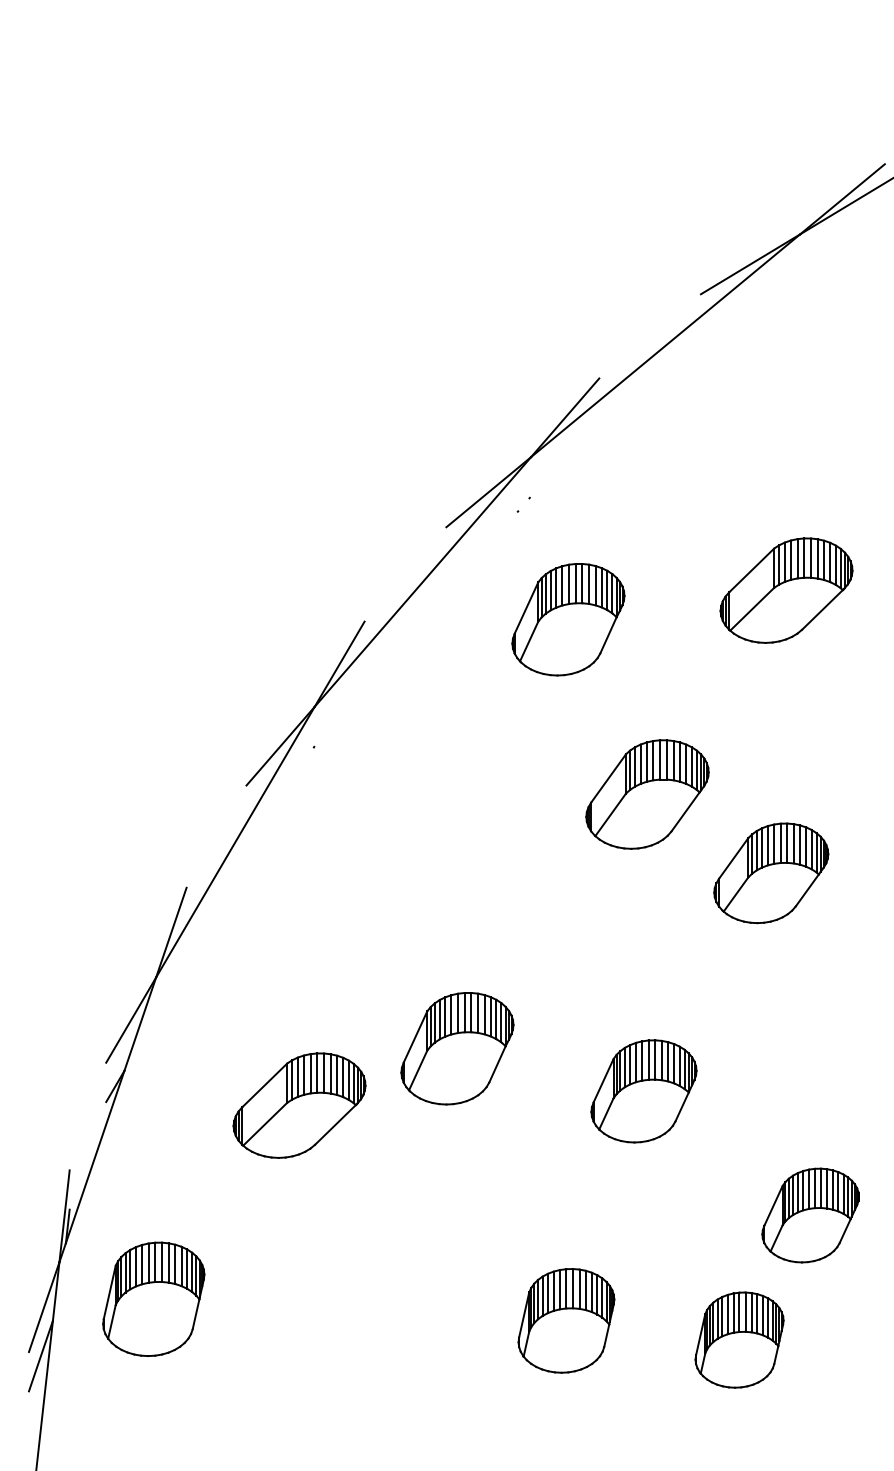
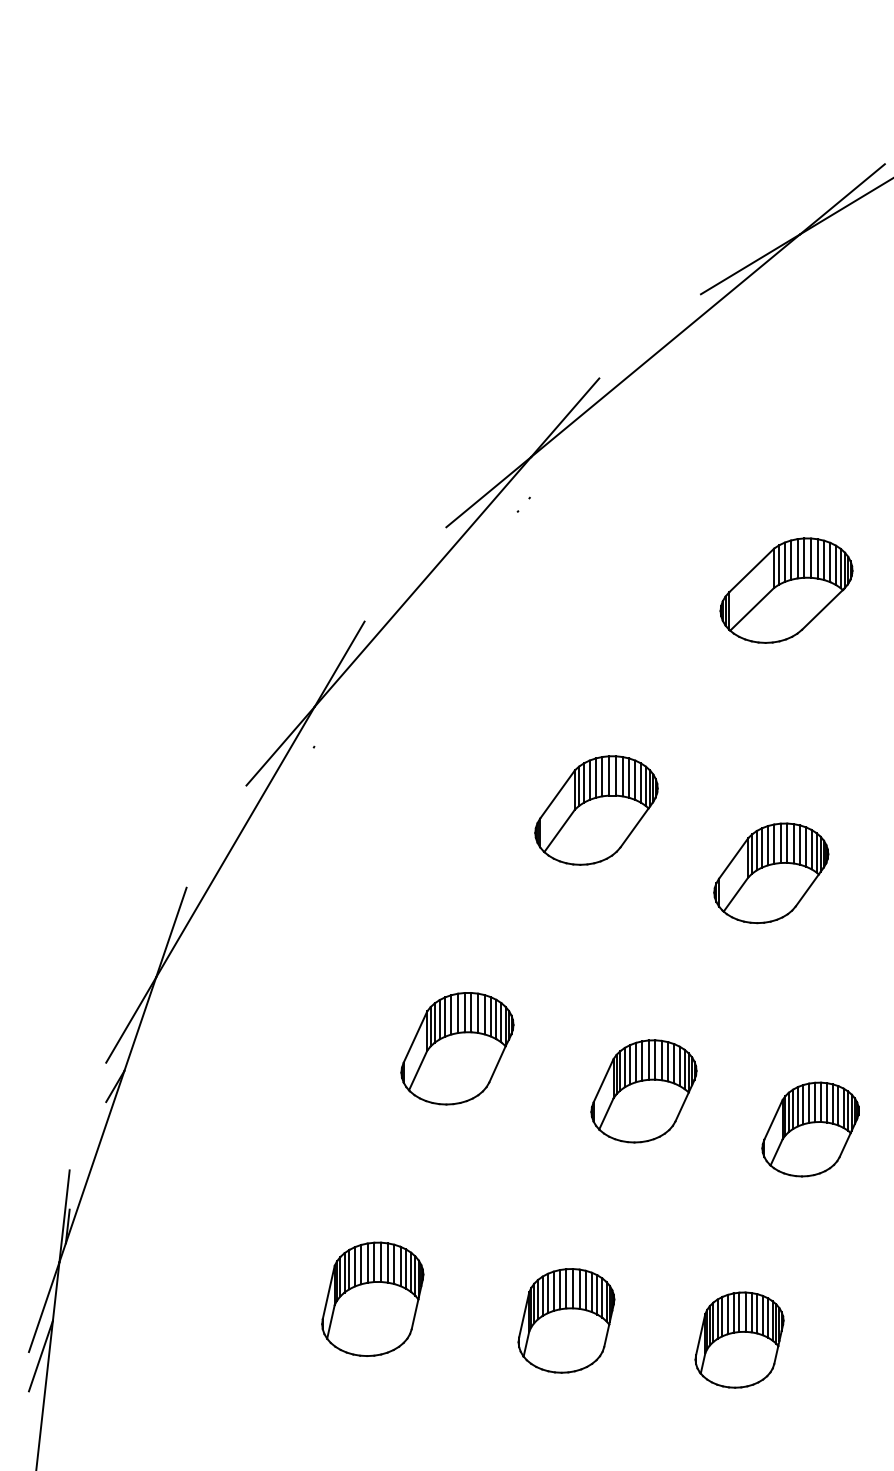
part at (568, 619): present -> none
part at (647, 794) position: (647, 794) -> (596, 810)
part at (299, 1105): present -> none
part at (810, 1215) position: (810, 1215) -> (810, 1129)
part at (153, 1298) position: (153, 1298) -> (372, 1298)
